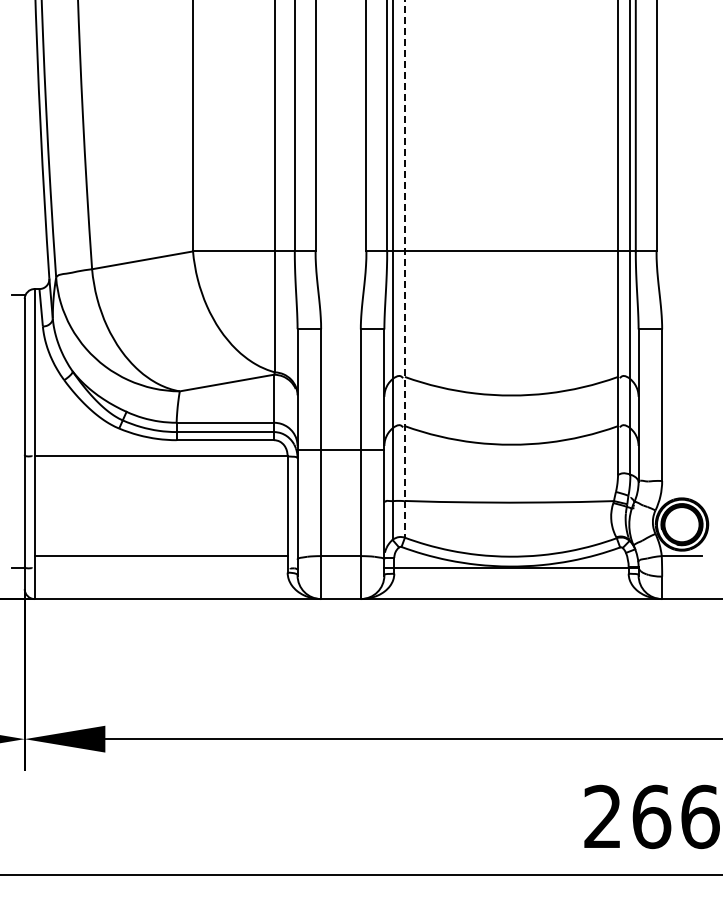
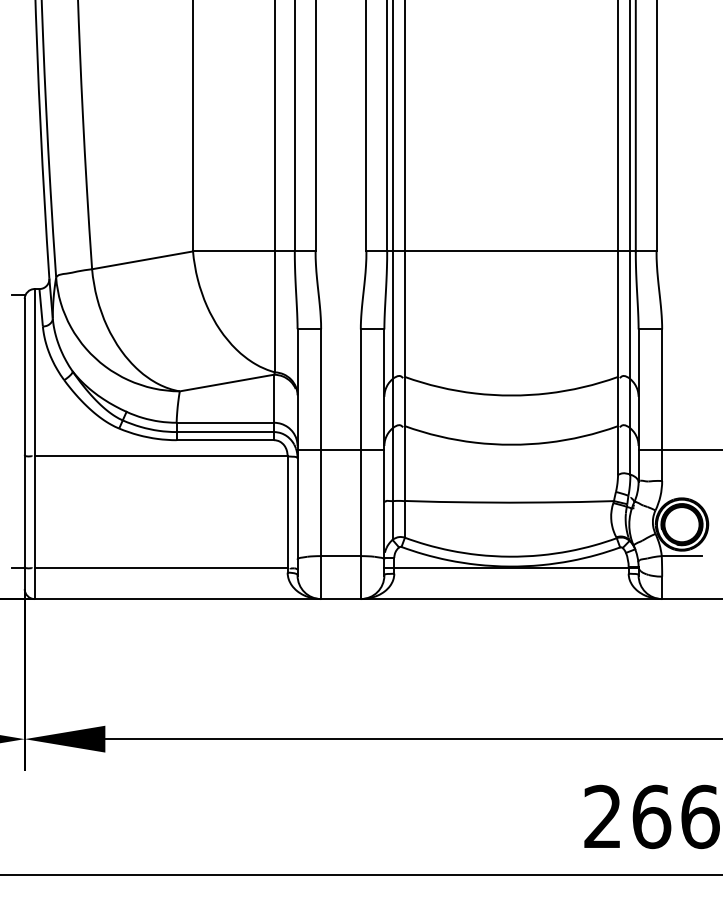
line at (404, 269): dashed -> solid
line at (678, 450): none -> present
line at (160, 556) position: (160, 556) -> (160, 568)
